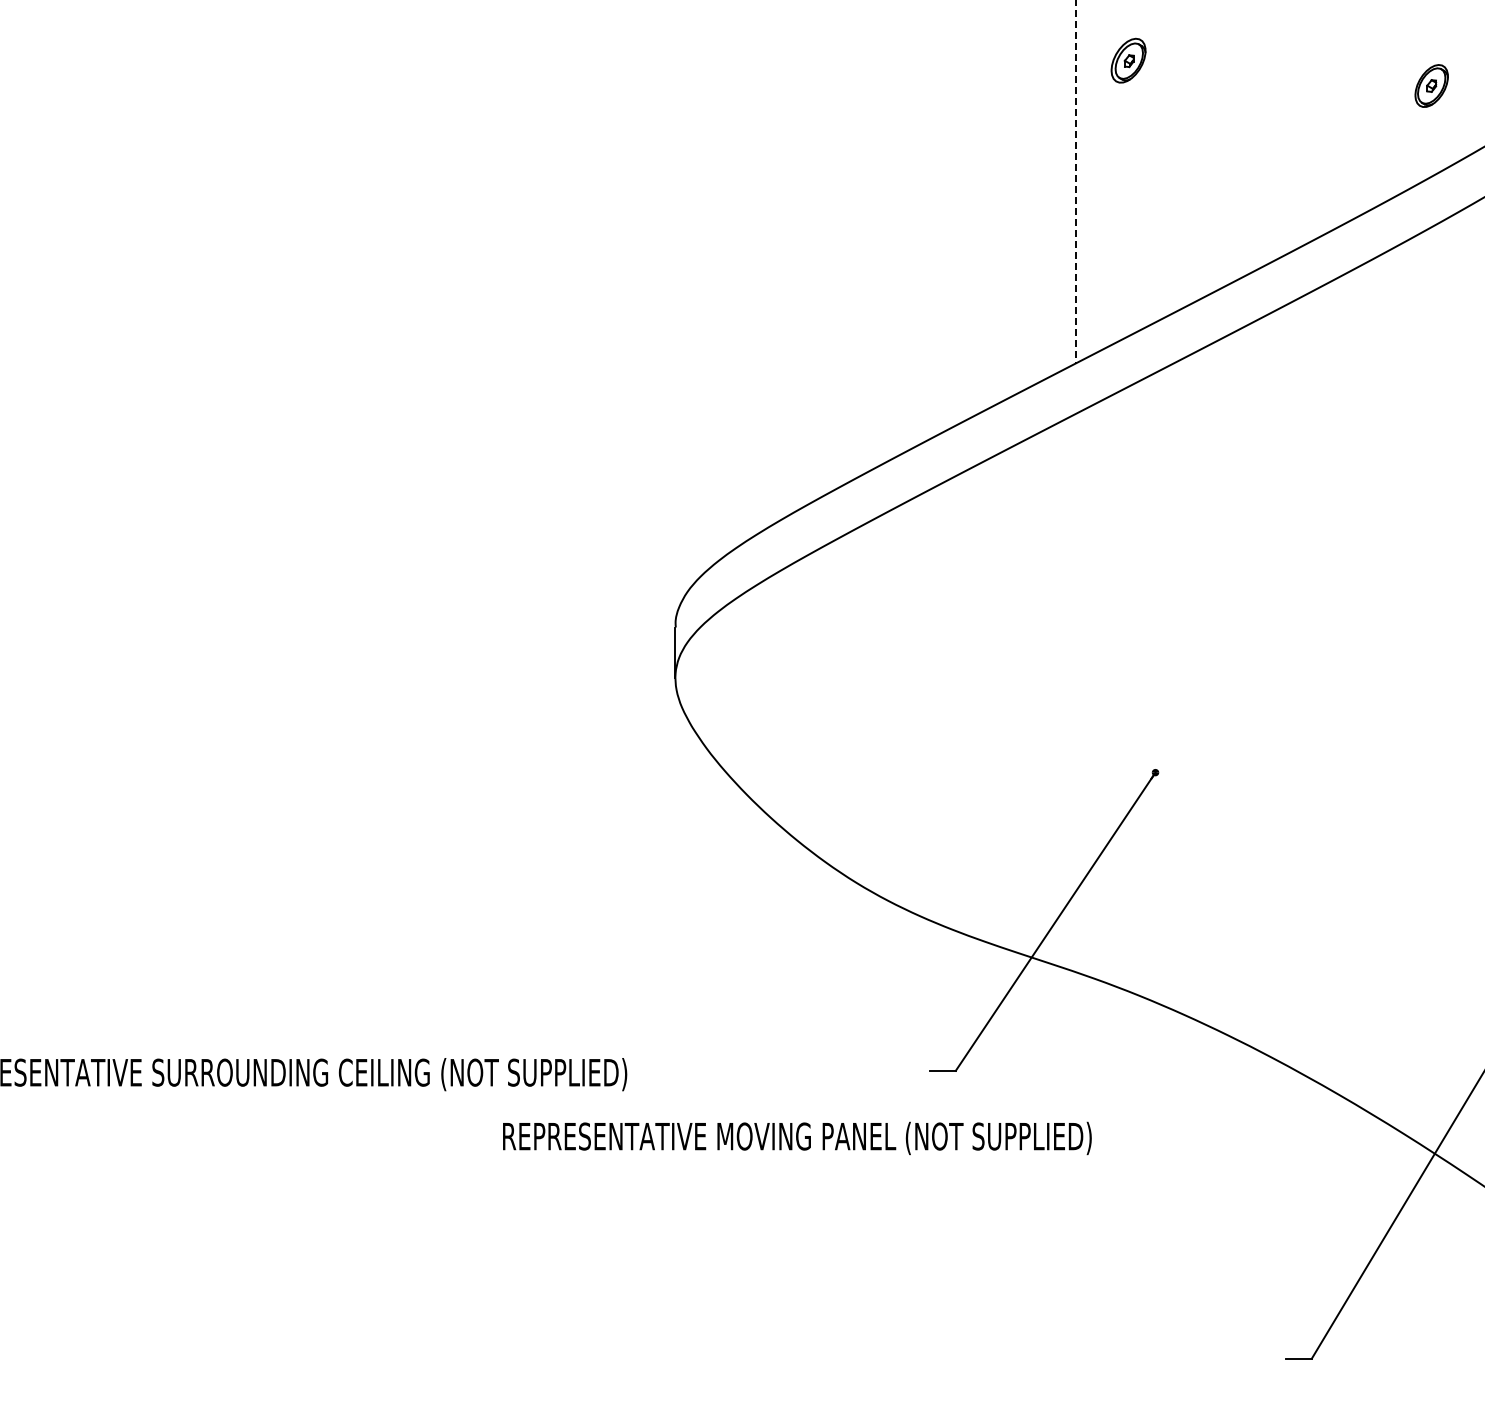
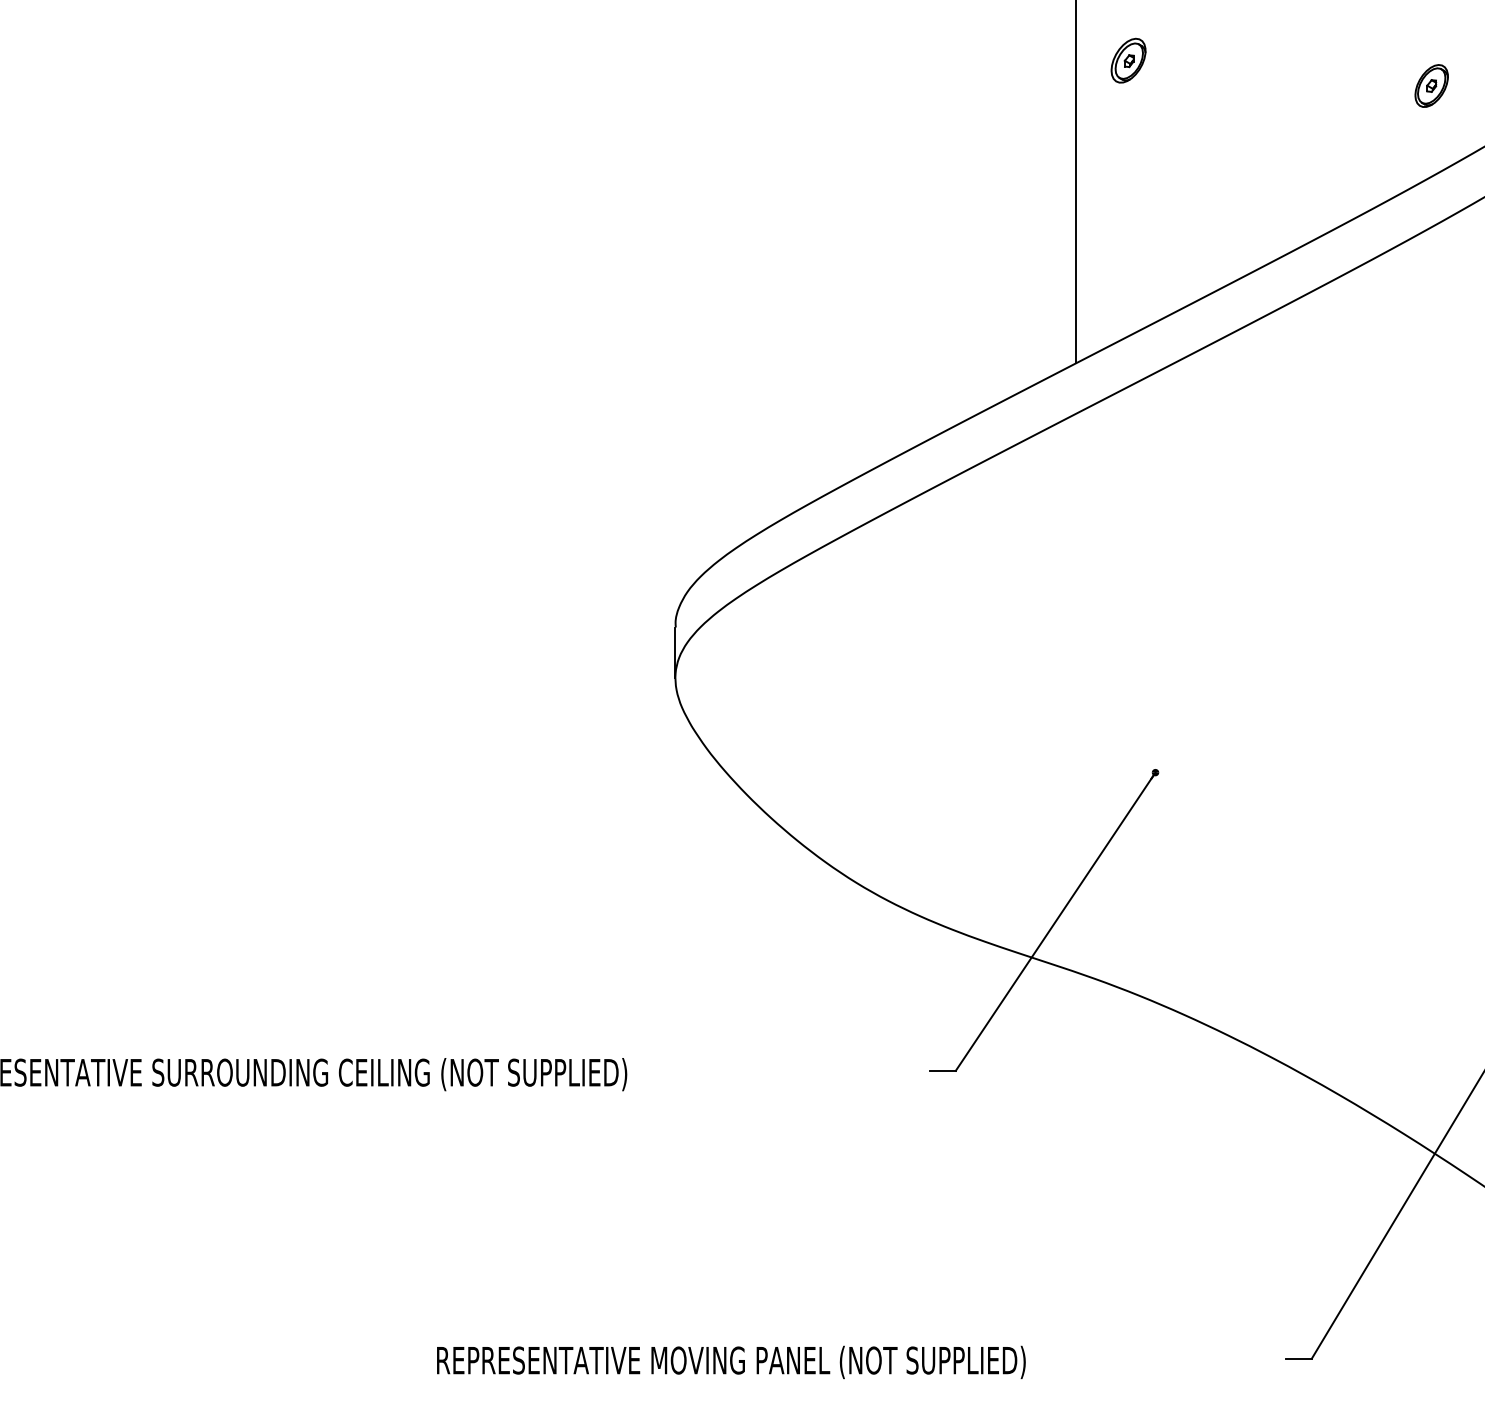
line at (1076, 182): dashed -> solid
text at (797, 1138) position: (797, 1138) -> (731, 1362)
